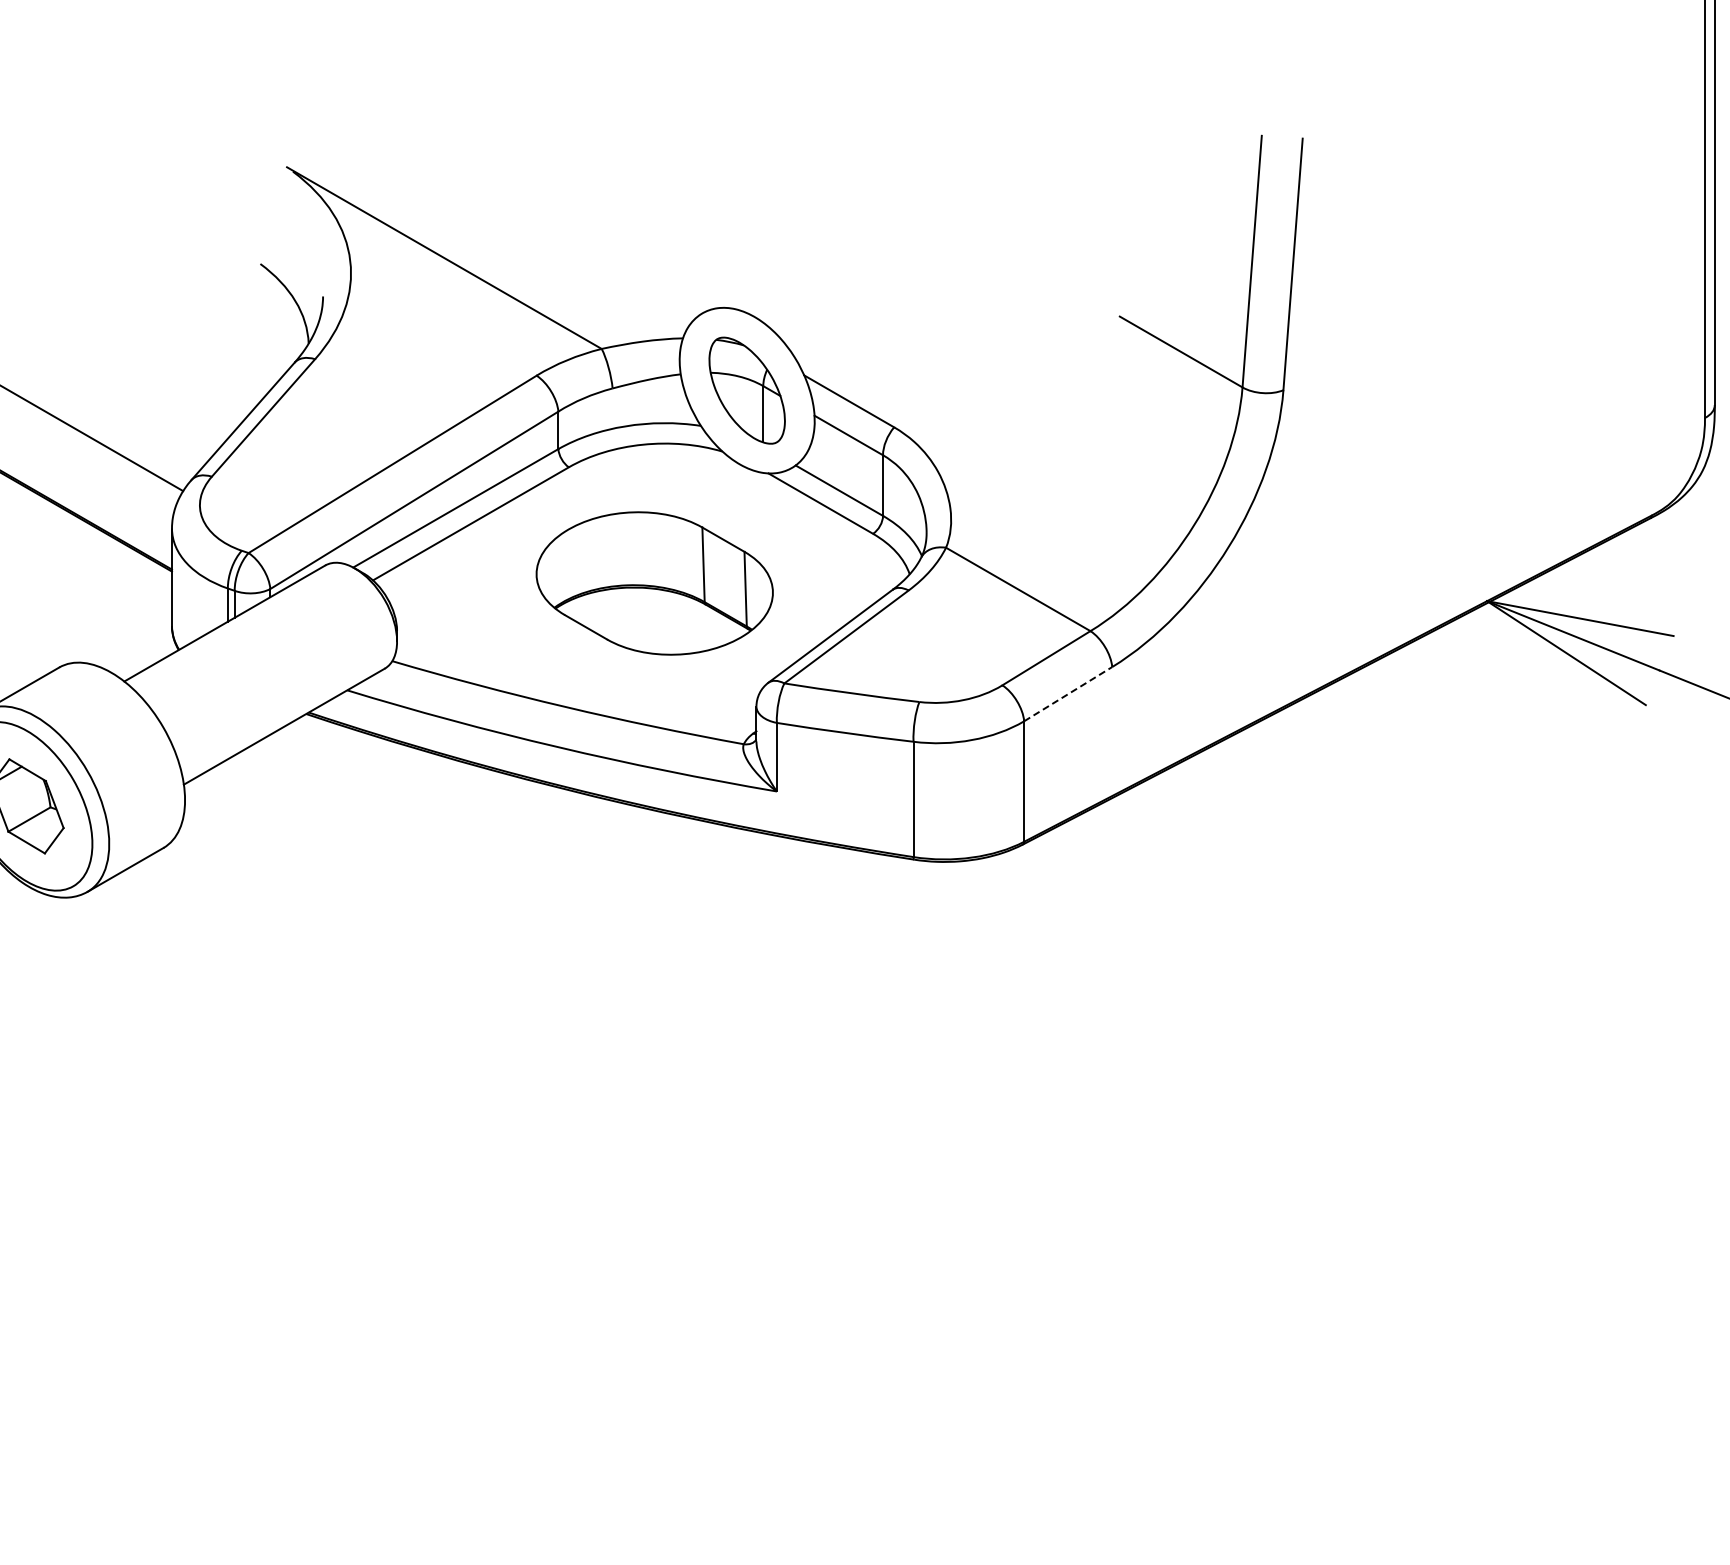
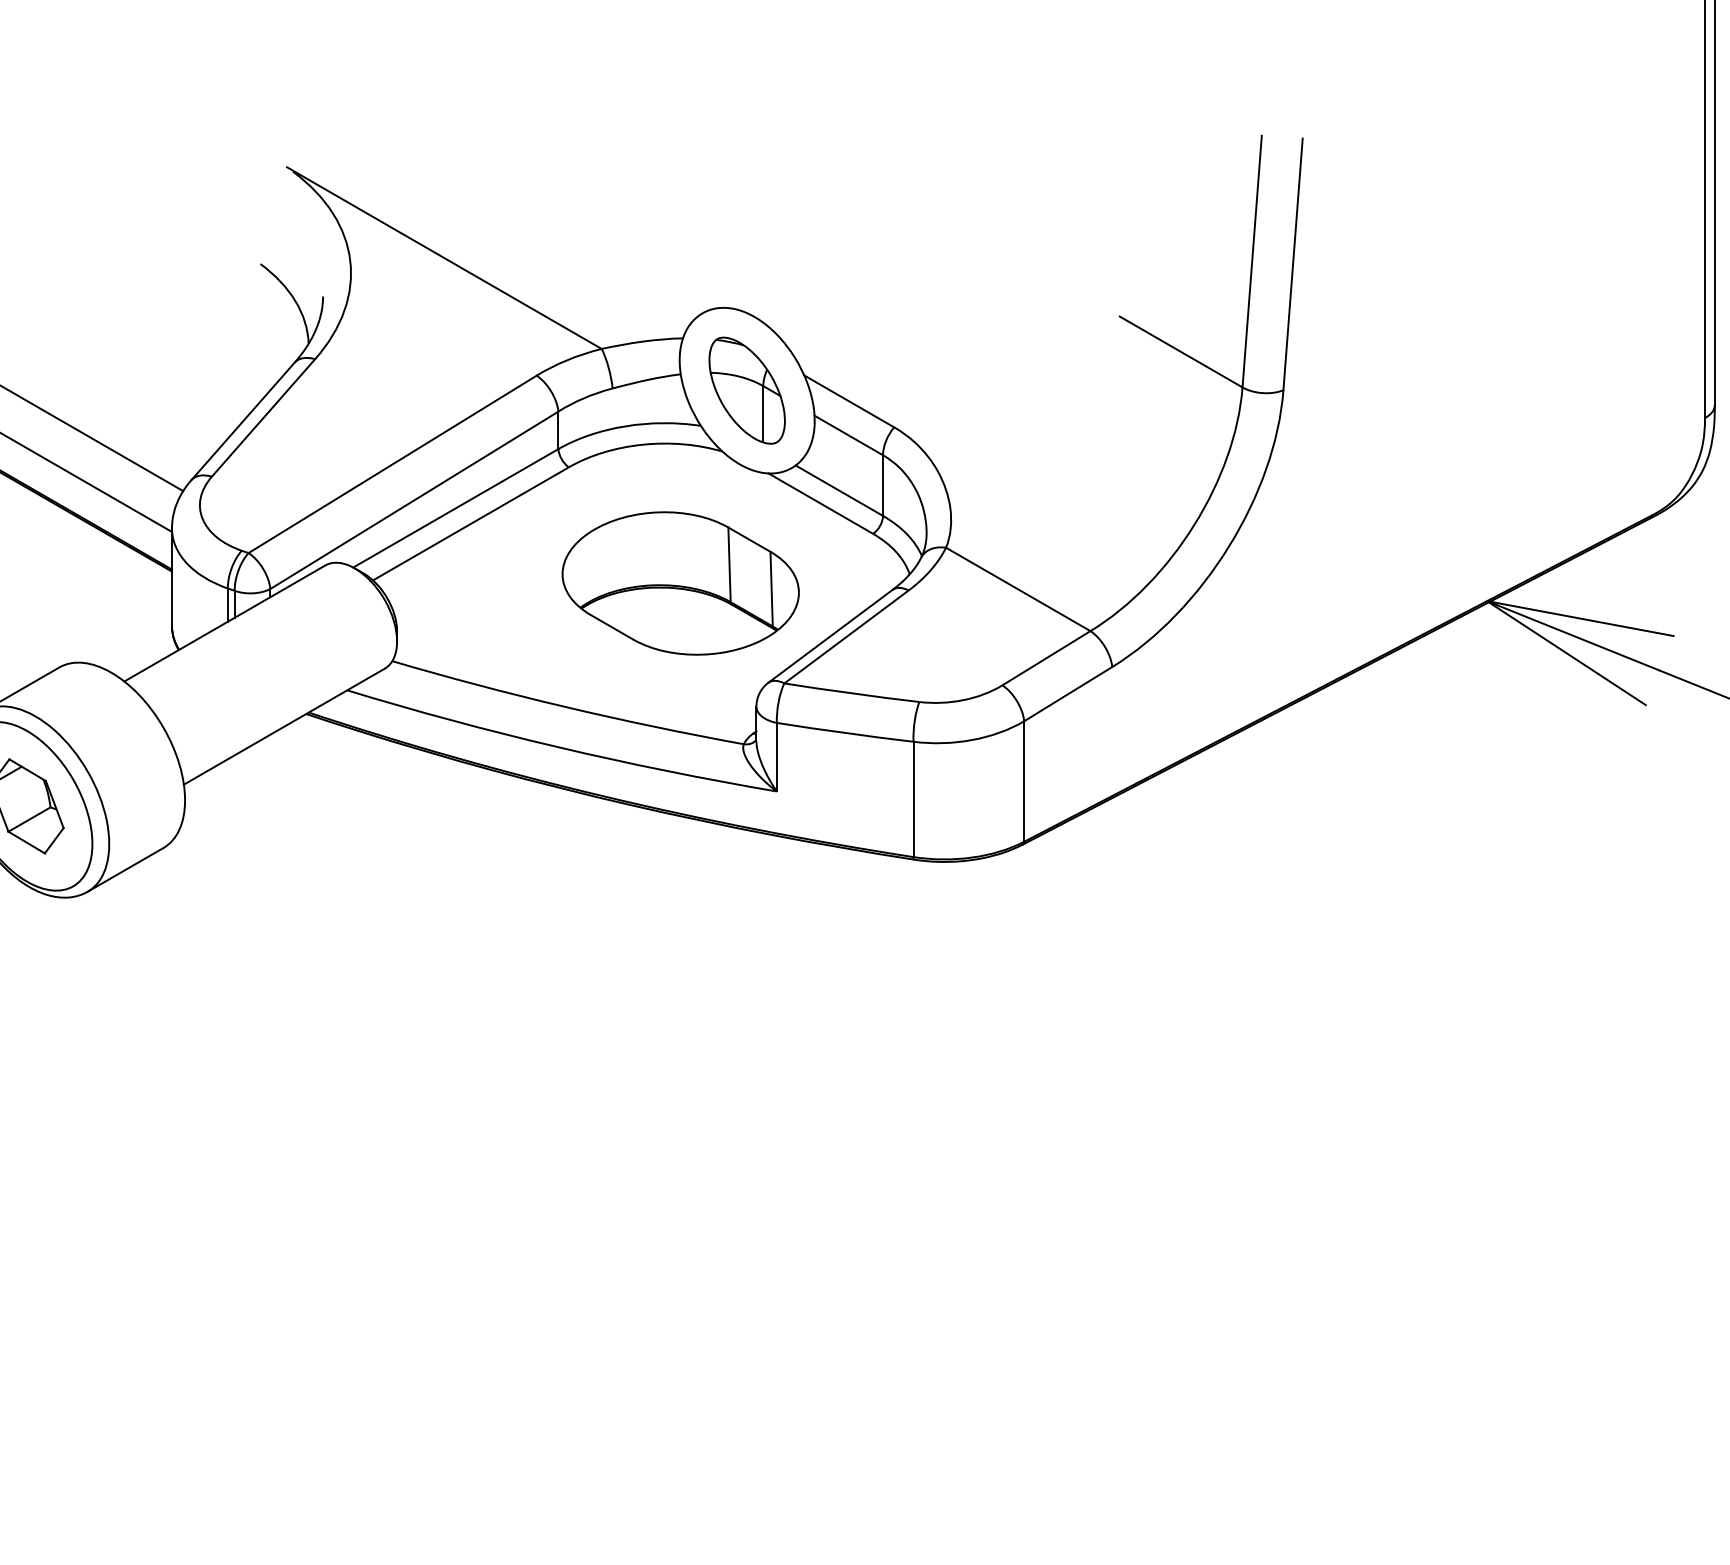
line at (87, 482): none -> present
part at (654, 583) position: (654, 583) -> (680, 583)
line at (1068, 694): dashed -> solid
